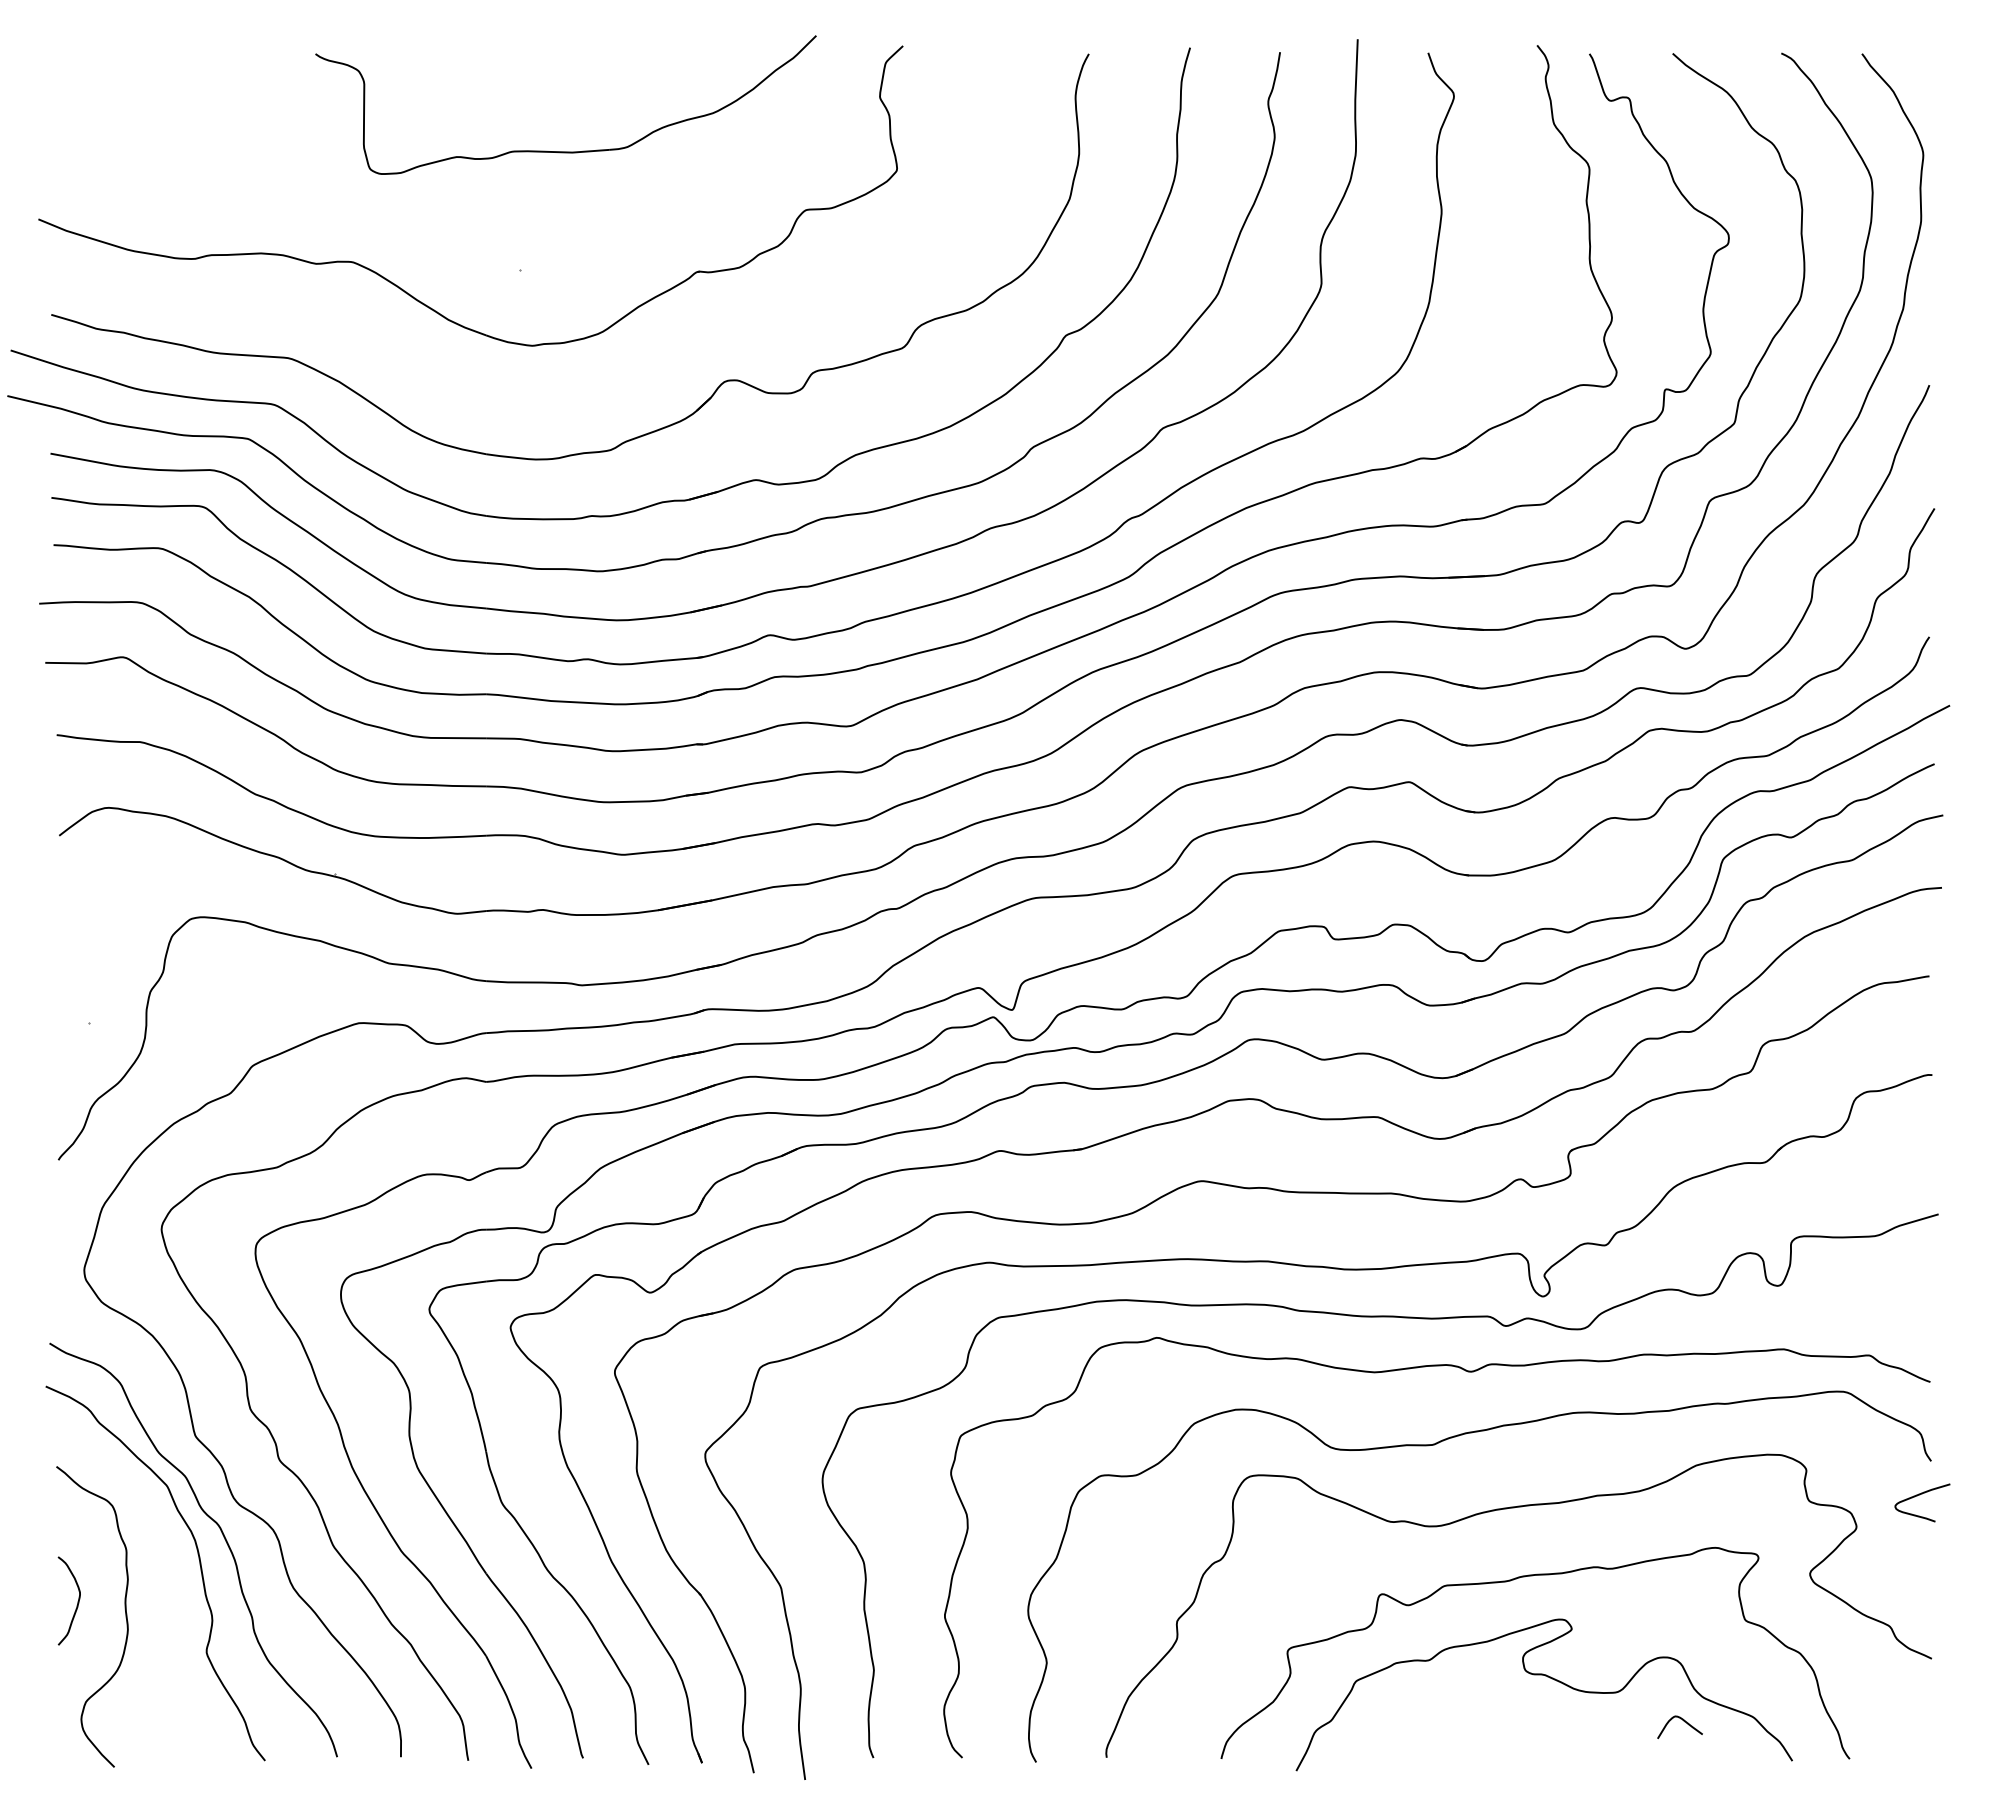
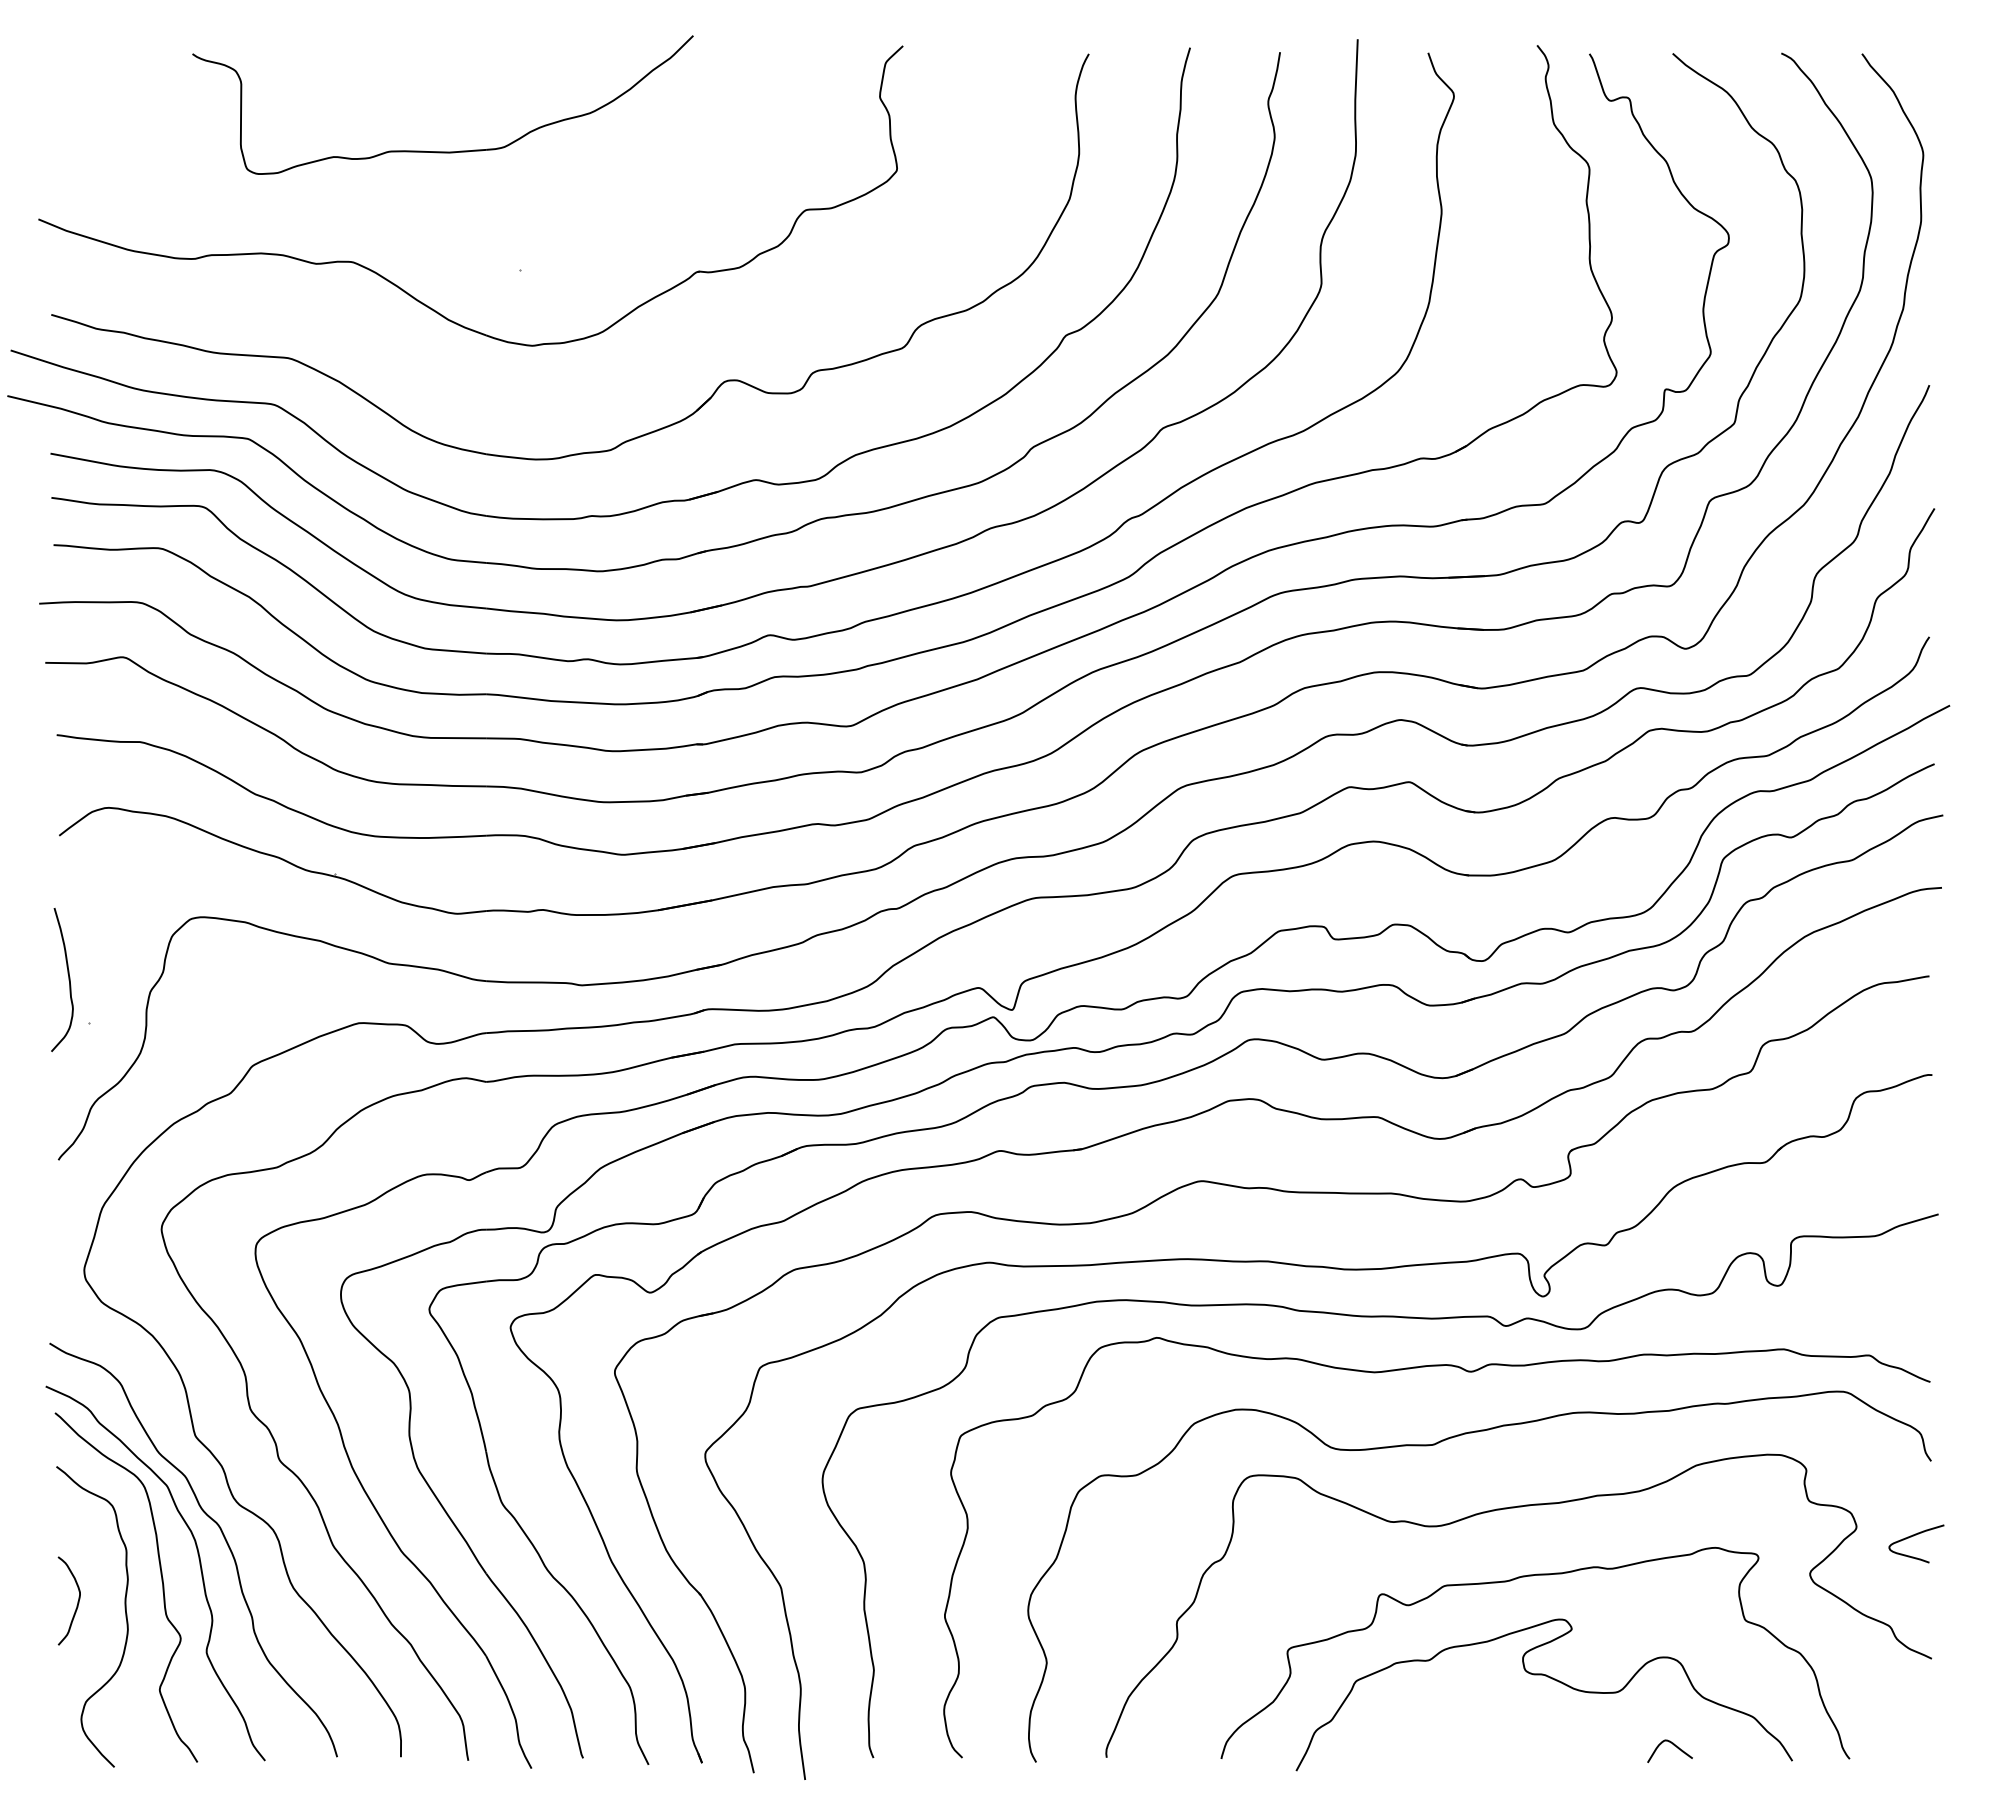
part at (565, 151) position: (565, 151) -> (442, 151)
curve at (68, 979): none -> present
curve at (1919, 1495) position: (1919, 1495) -> (1913, 1536)
curve at (161, 1581): none -> present
curve at (1683, 1721) position: (1683, 1721) -> (1673, 1745)
